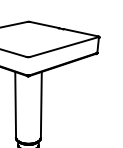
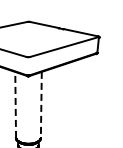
line at (15, 104): solid -> dashed
line at (41, 105): solid -> dashed
